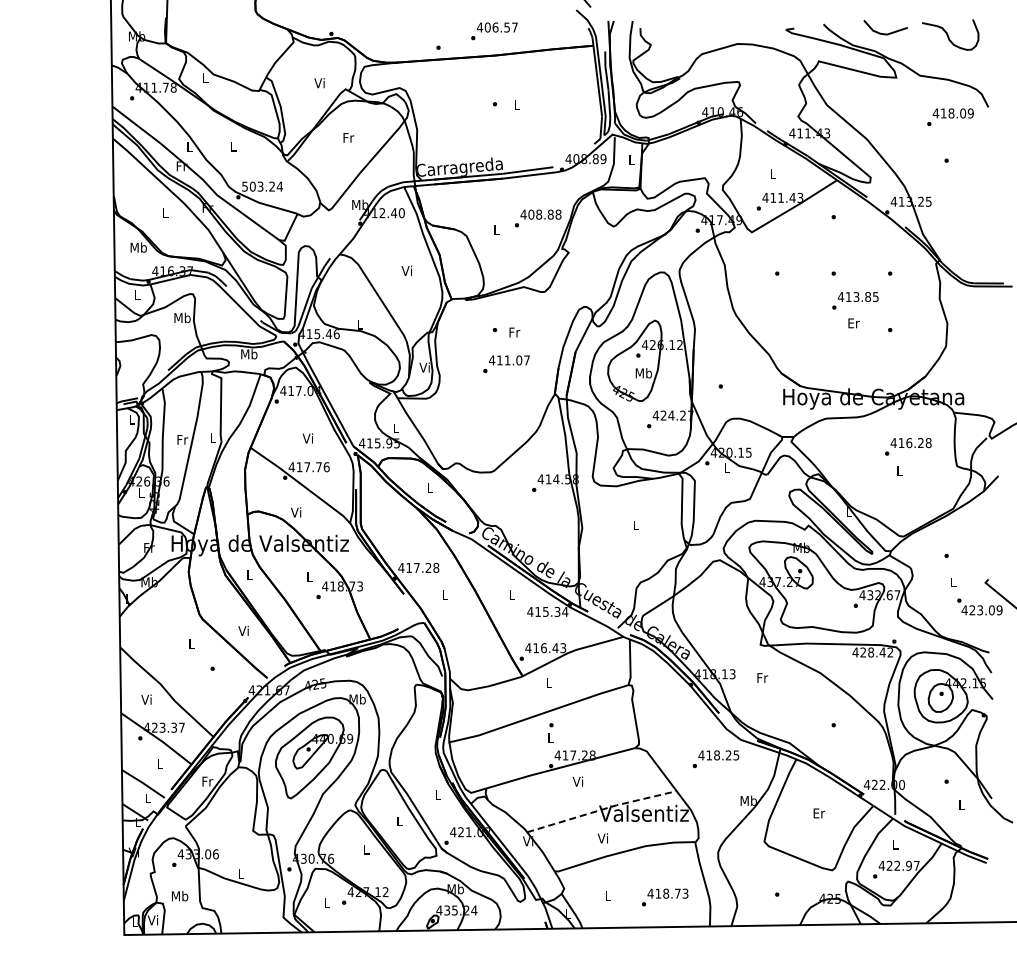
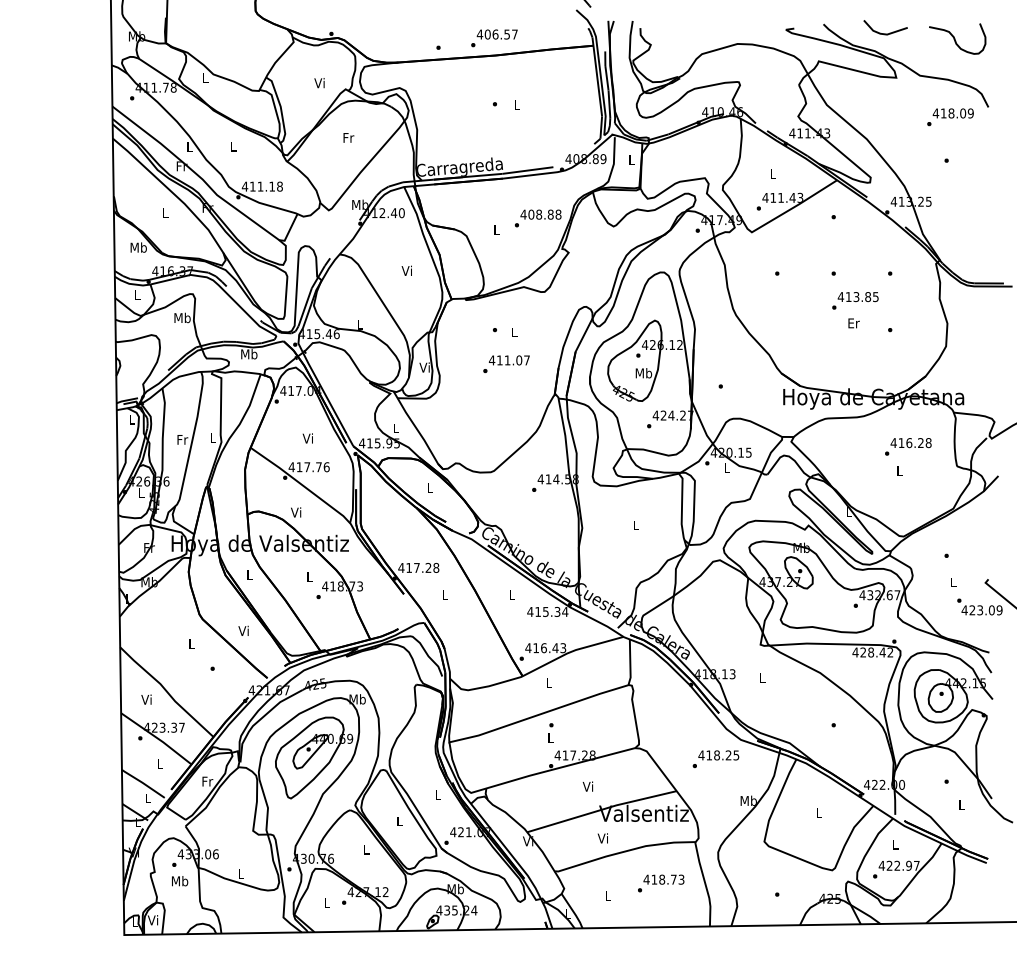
text at (494, 31) position: (494, 31) -> (494, 38)
curve at (948, 34) position: (948, 34) -> (955, 38)
text at (262, 186): 503.24 -> 411.18
text at (514, 332): Fr -> L
text at (762, 677): Fr -> L
text at (577, 781) position: (577, 781) -> (587, 786)
line at (602, 809): dashed -> solid
text at (819, 813): Er -> L
text at (180, 896) position: (180, 896) -> (180, 881)
text at (665, 897) position: (665, 897) -> (661, 883)
